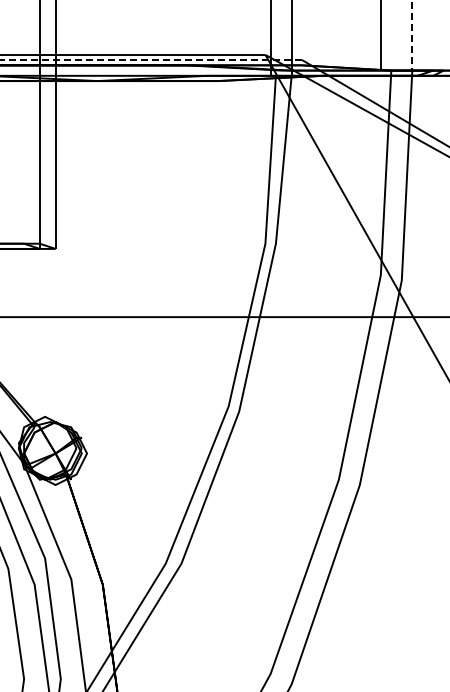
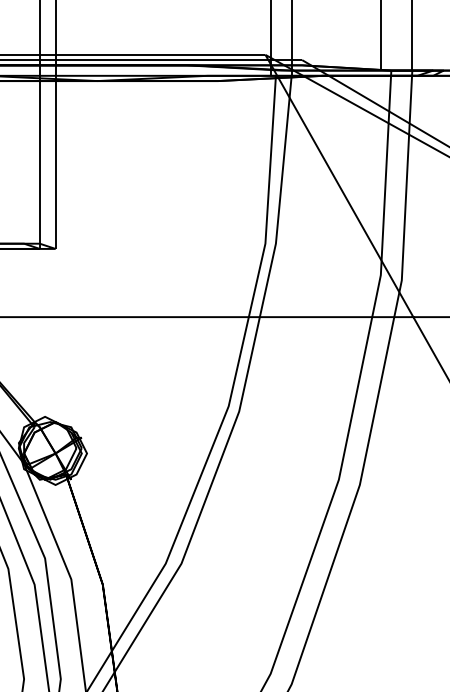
line at (412, 35): dashed -> solid
line at (151, 60): dashed -> solid
